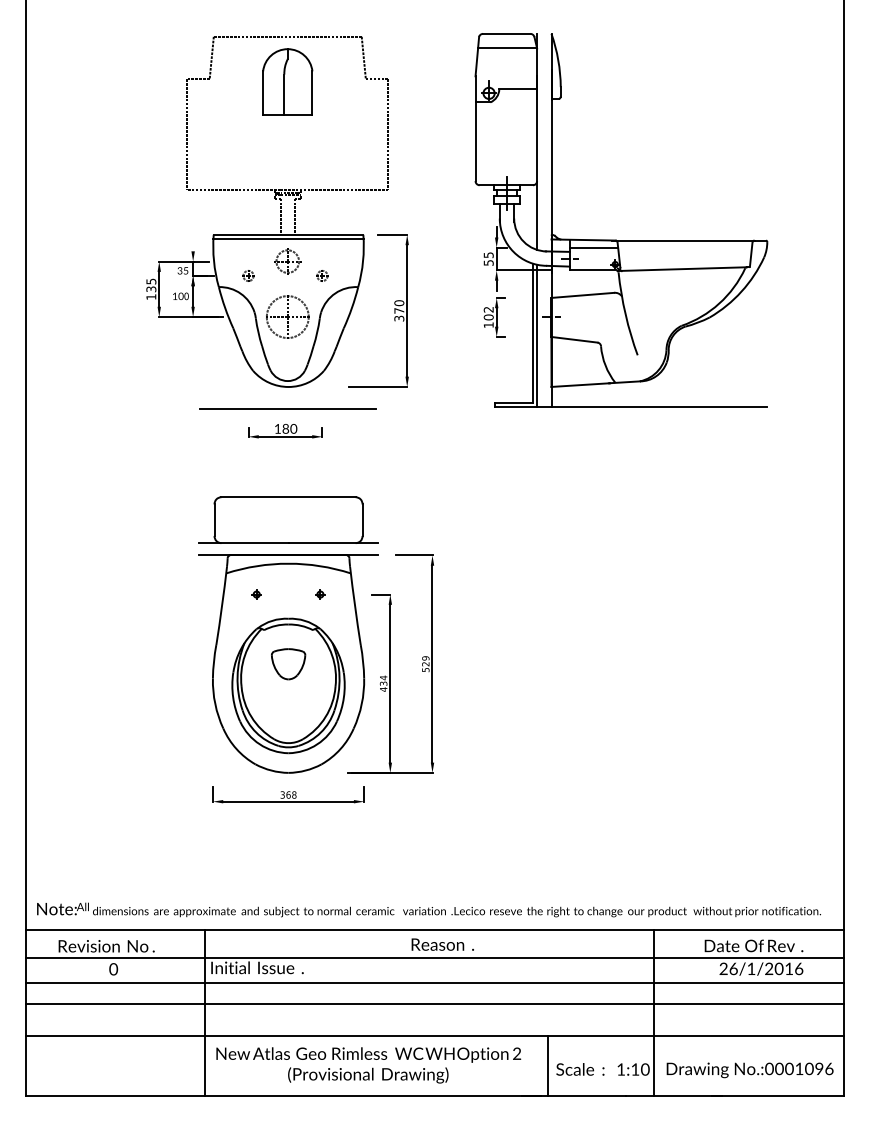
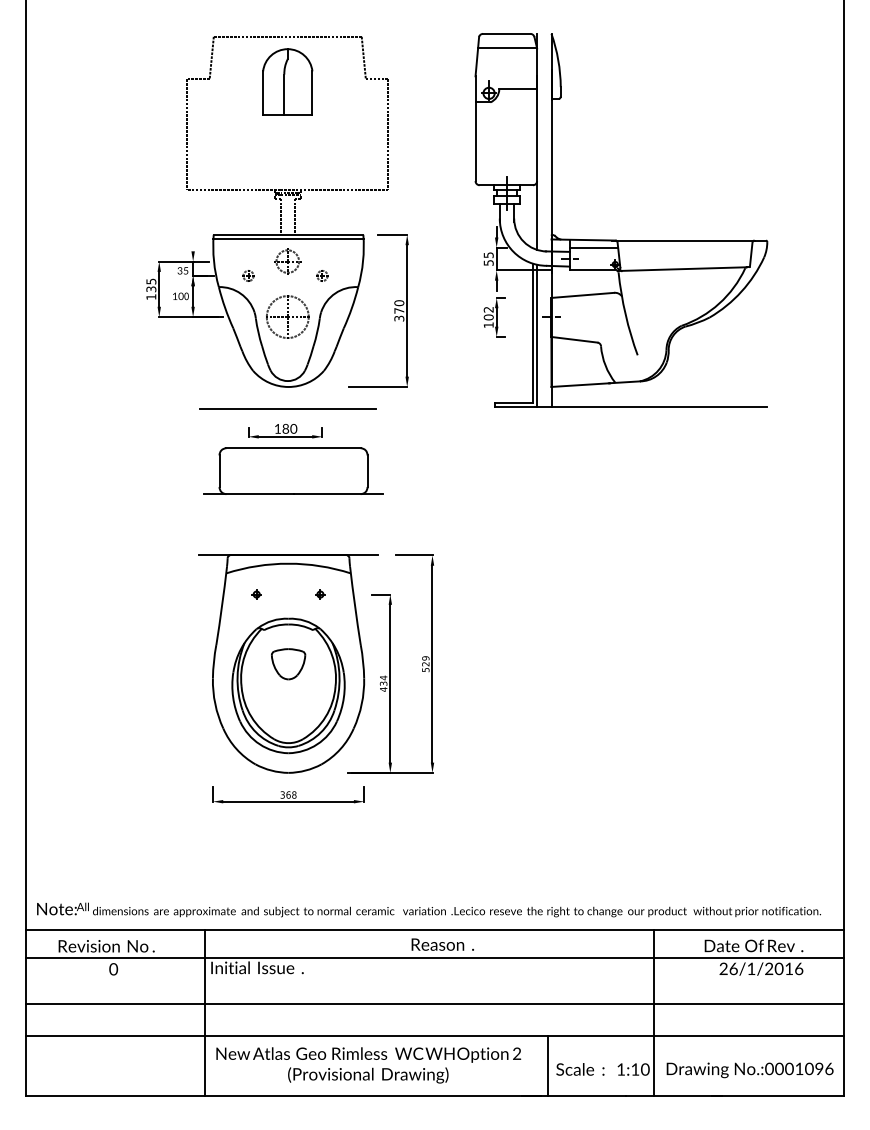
part at (288, 519) position: (288, 519) -> (293, 470)
line at (434, 982): present -> none
